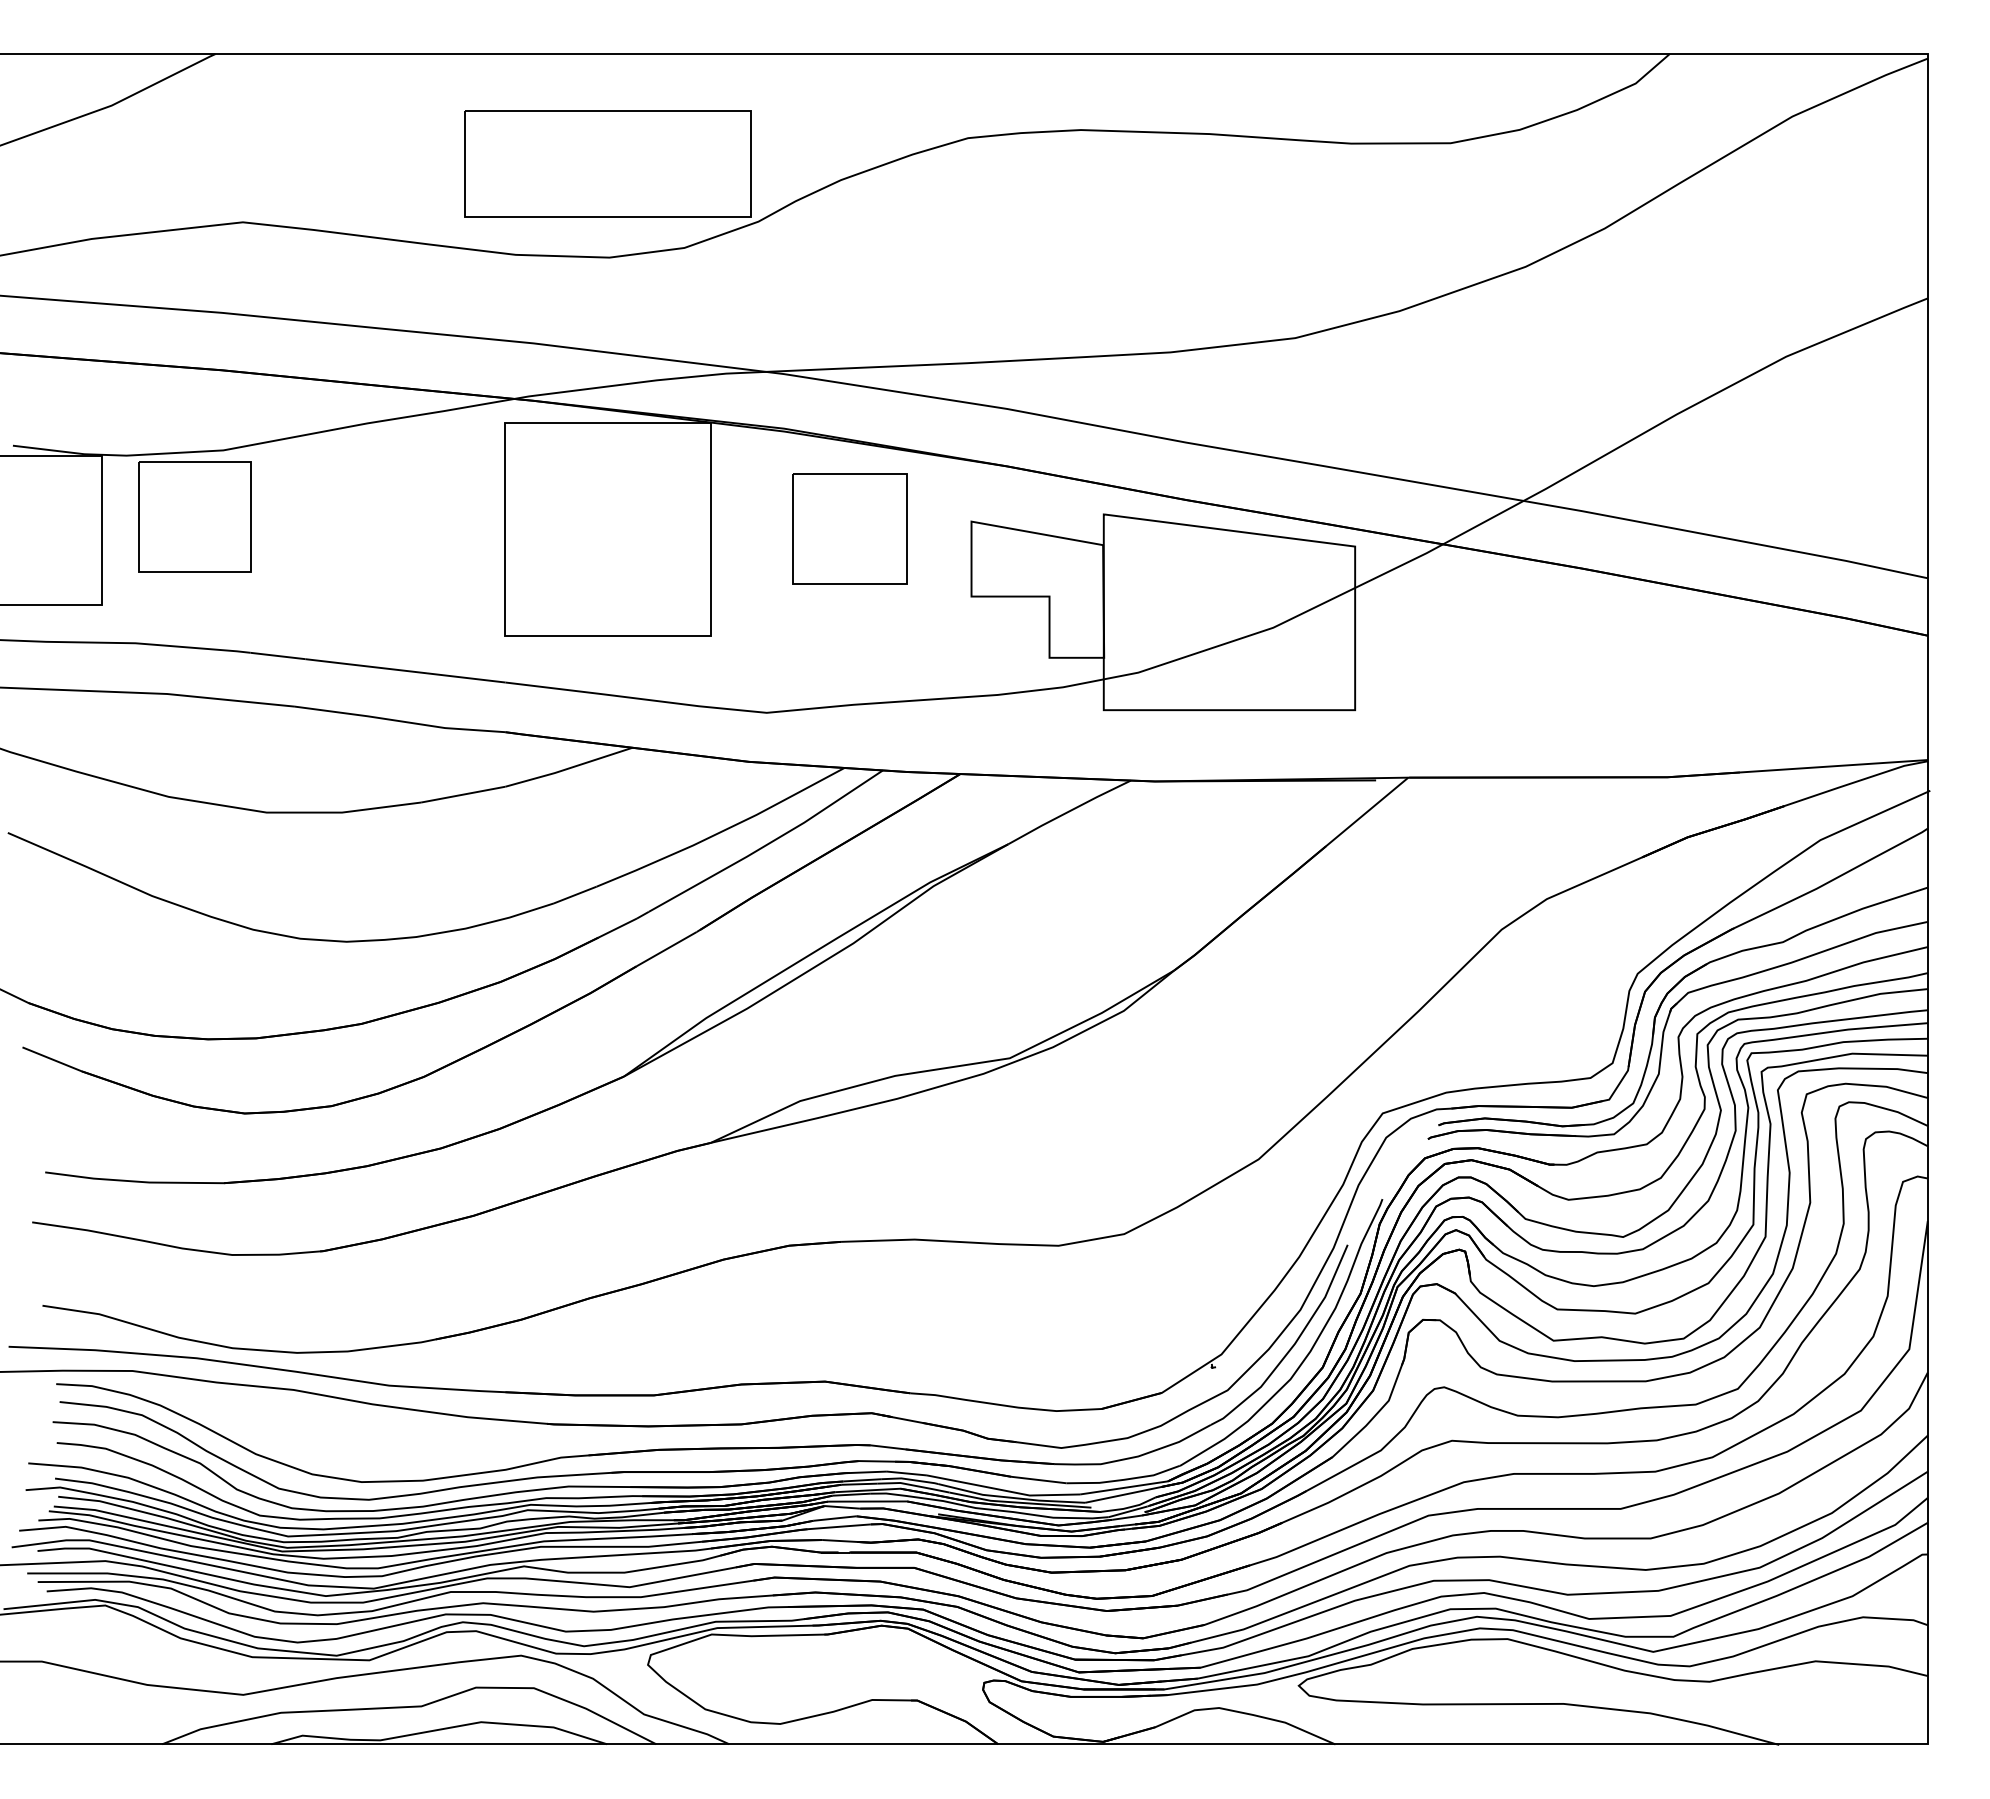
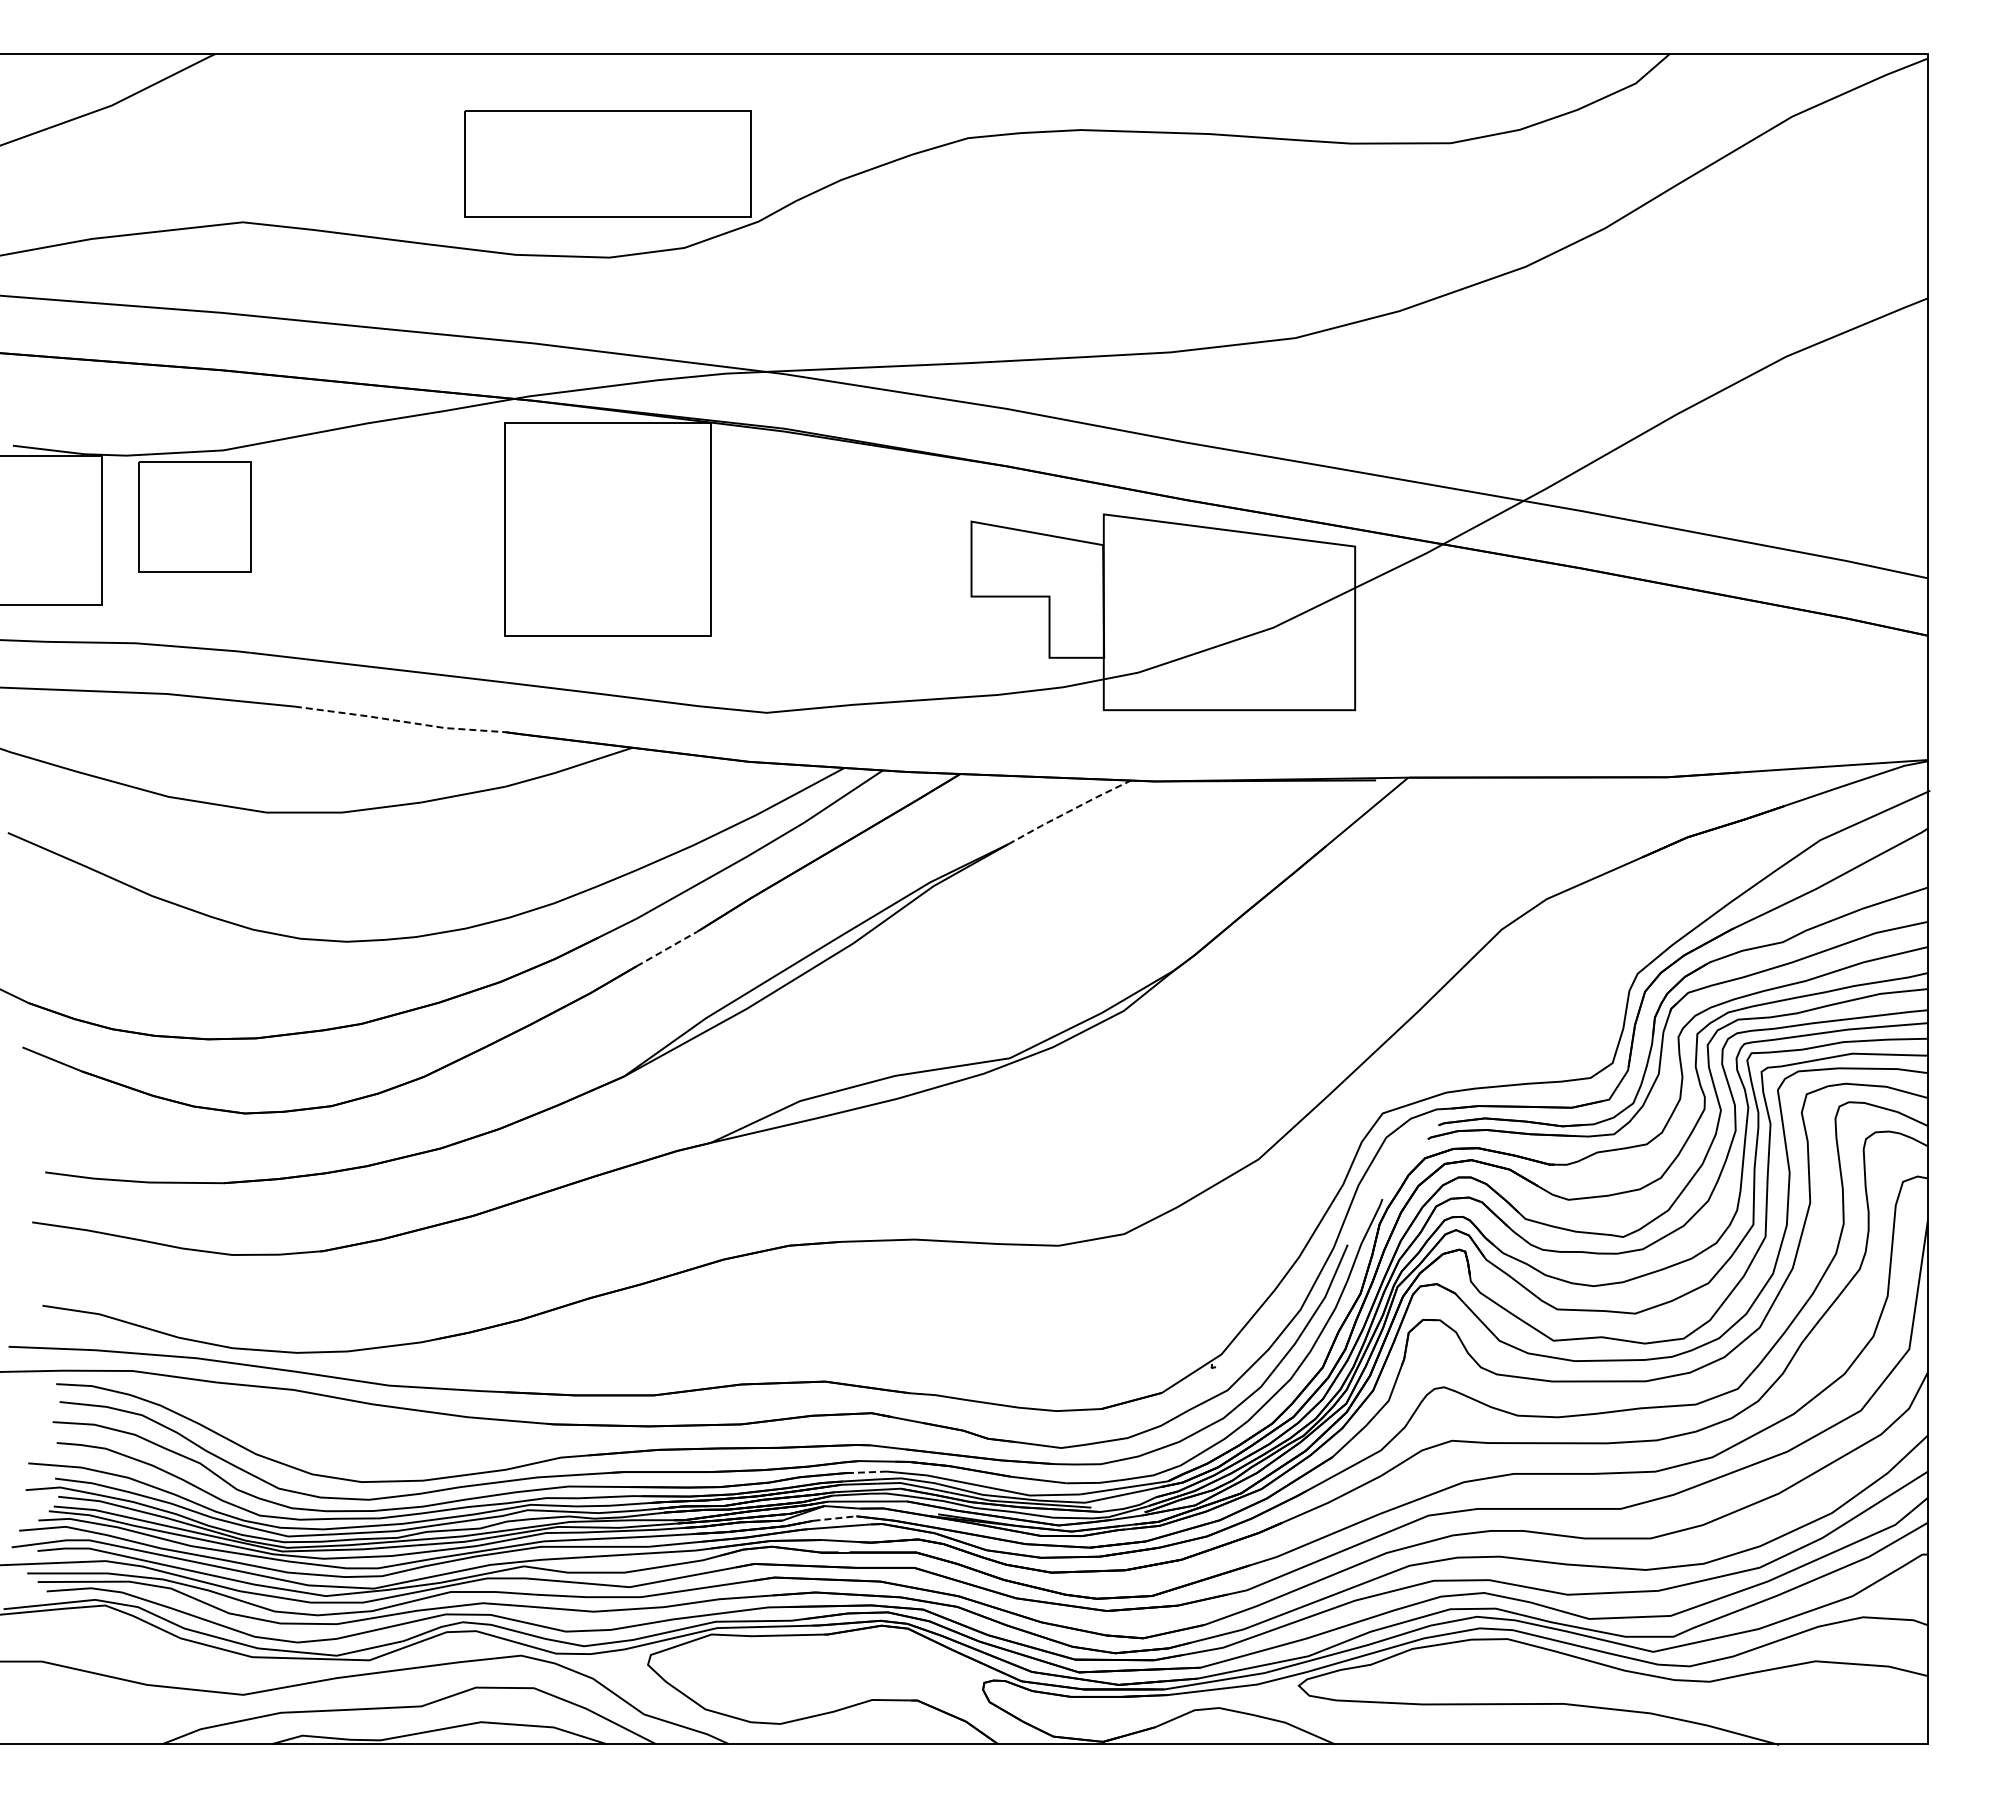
part at (849, 528): present -> none
line at (400, 721): solid -> dashed
line at (1069, 811): solid -> dashed
line at (666, 949): solid -> dashed
line at (867, 1472): solid -> dashed
line at (834, 1518): solid -> dashed
